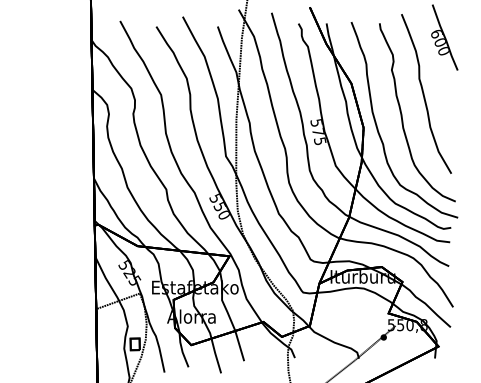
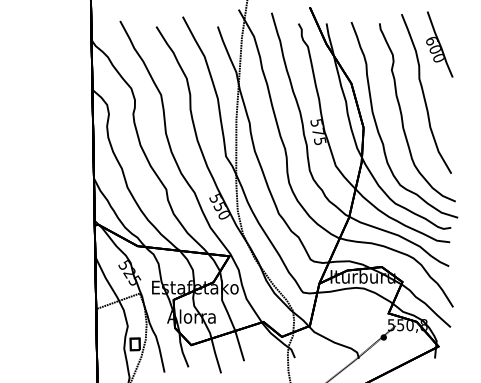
part at (444, 37) position: (444, 37) -> (439, 44)
